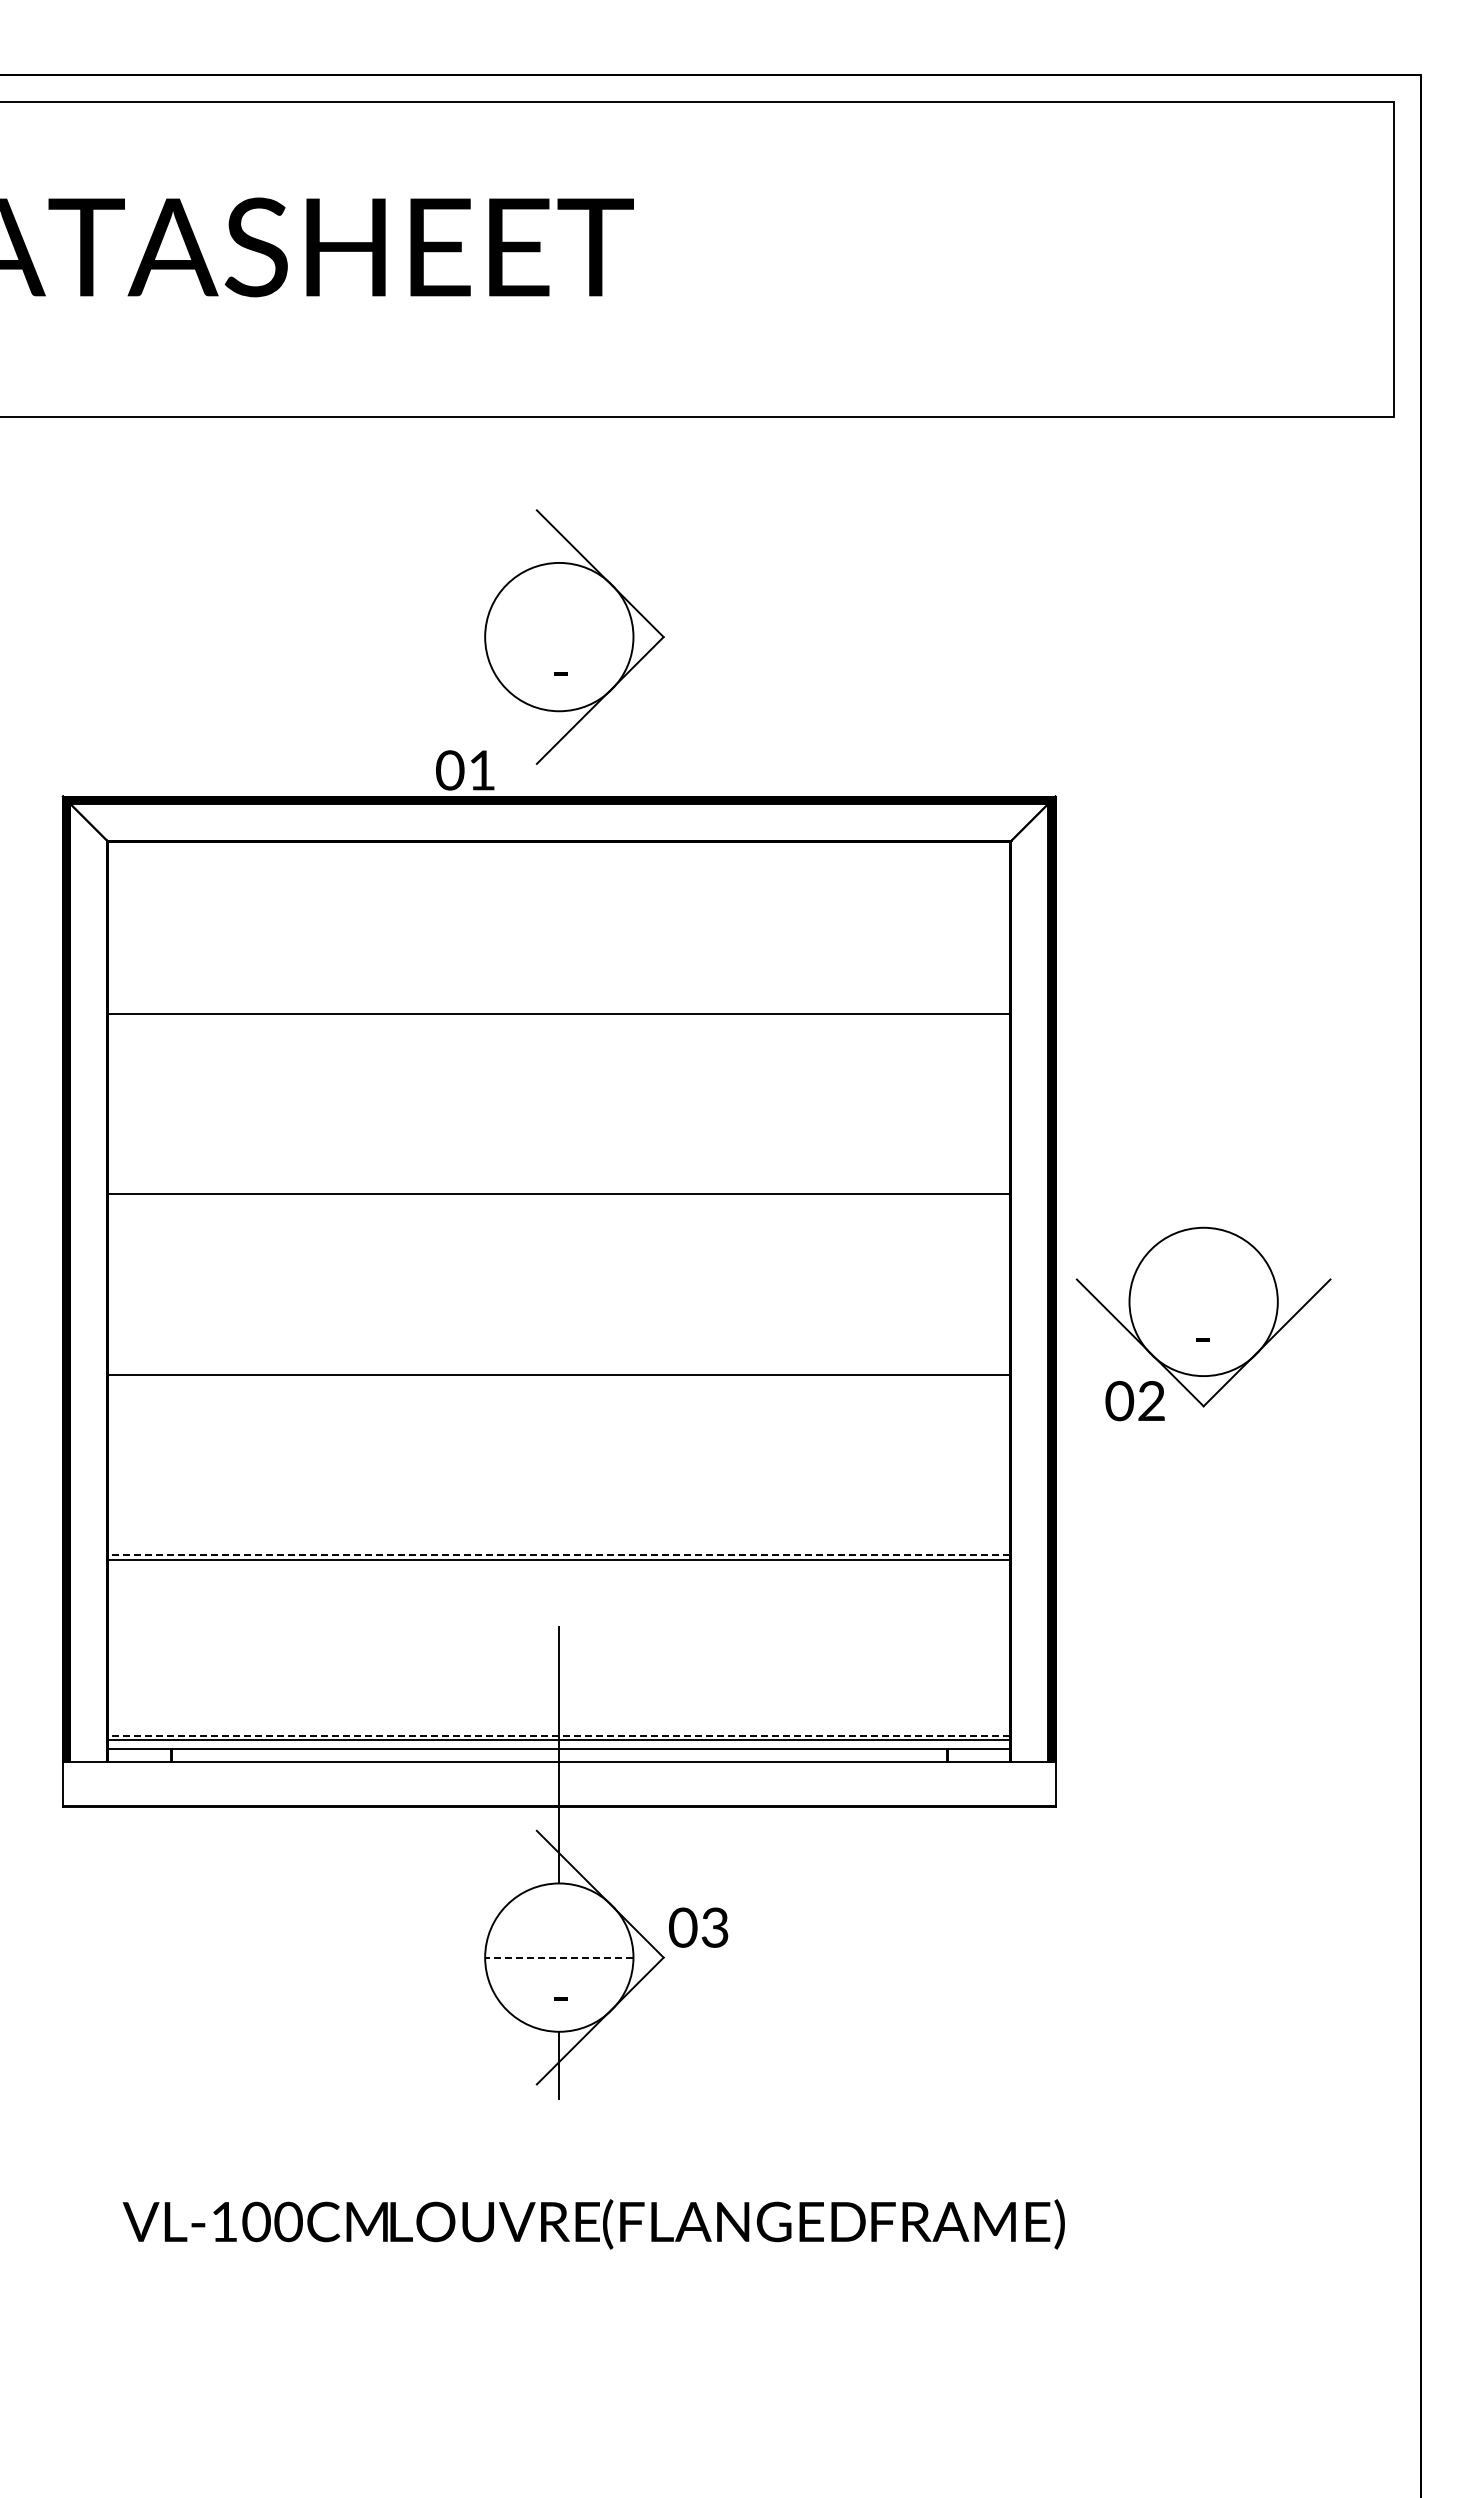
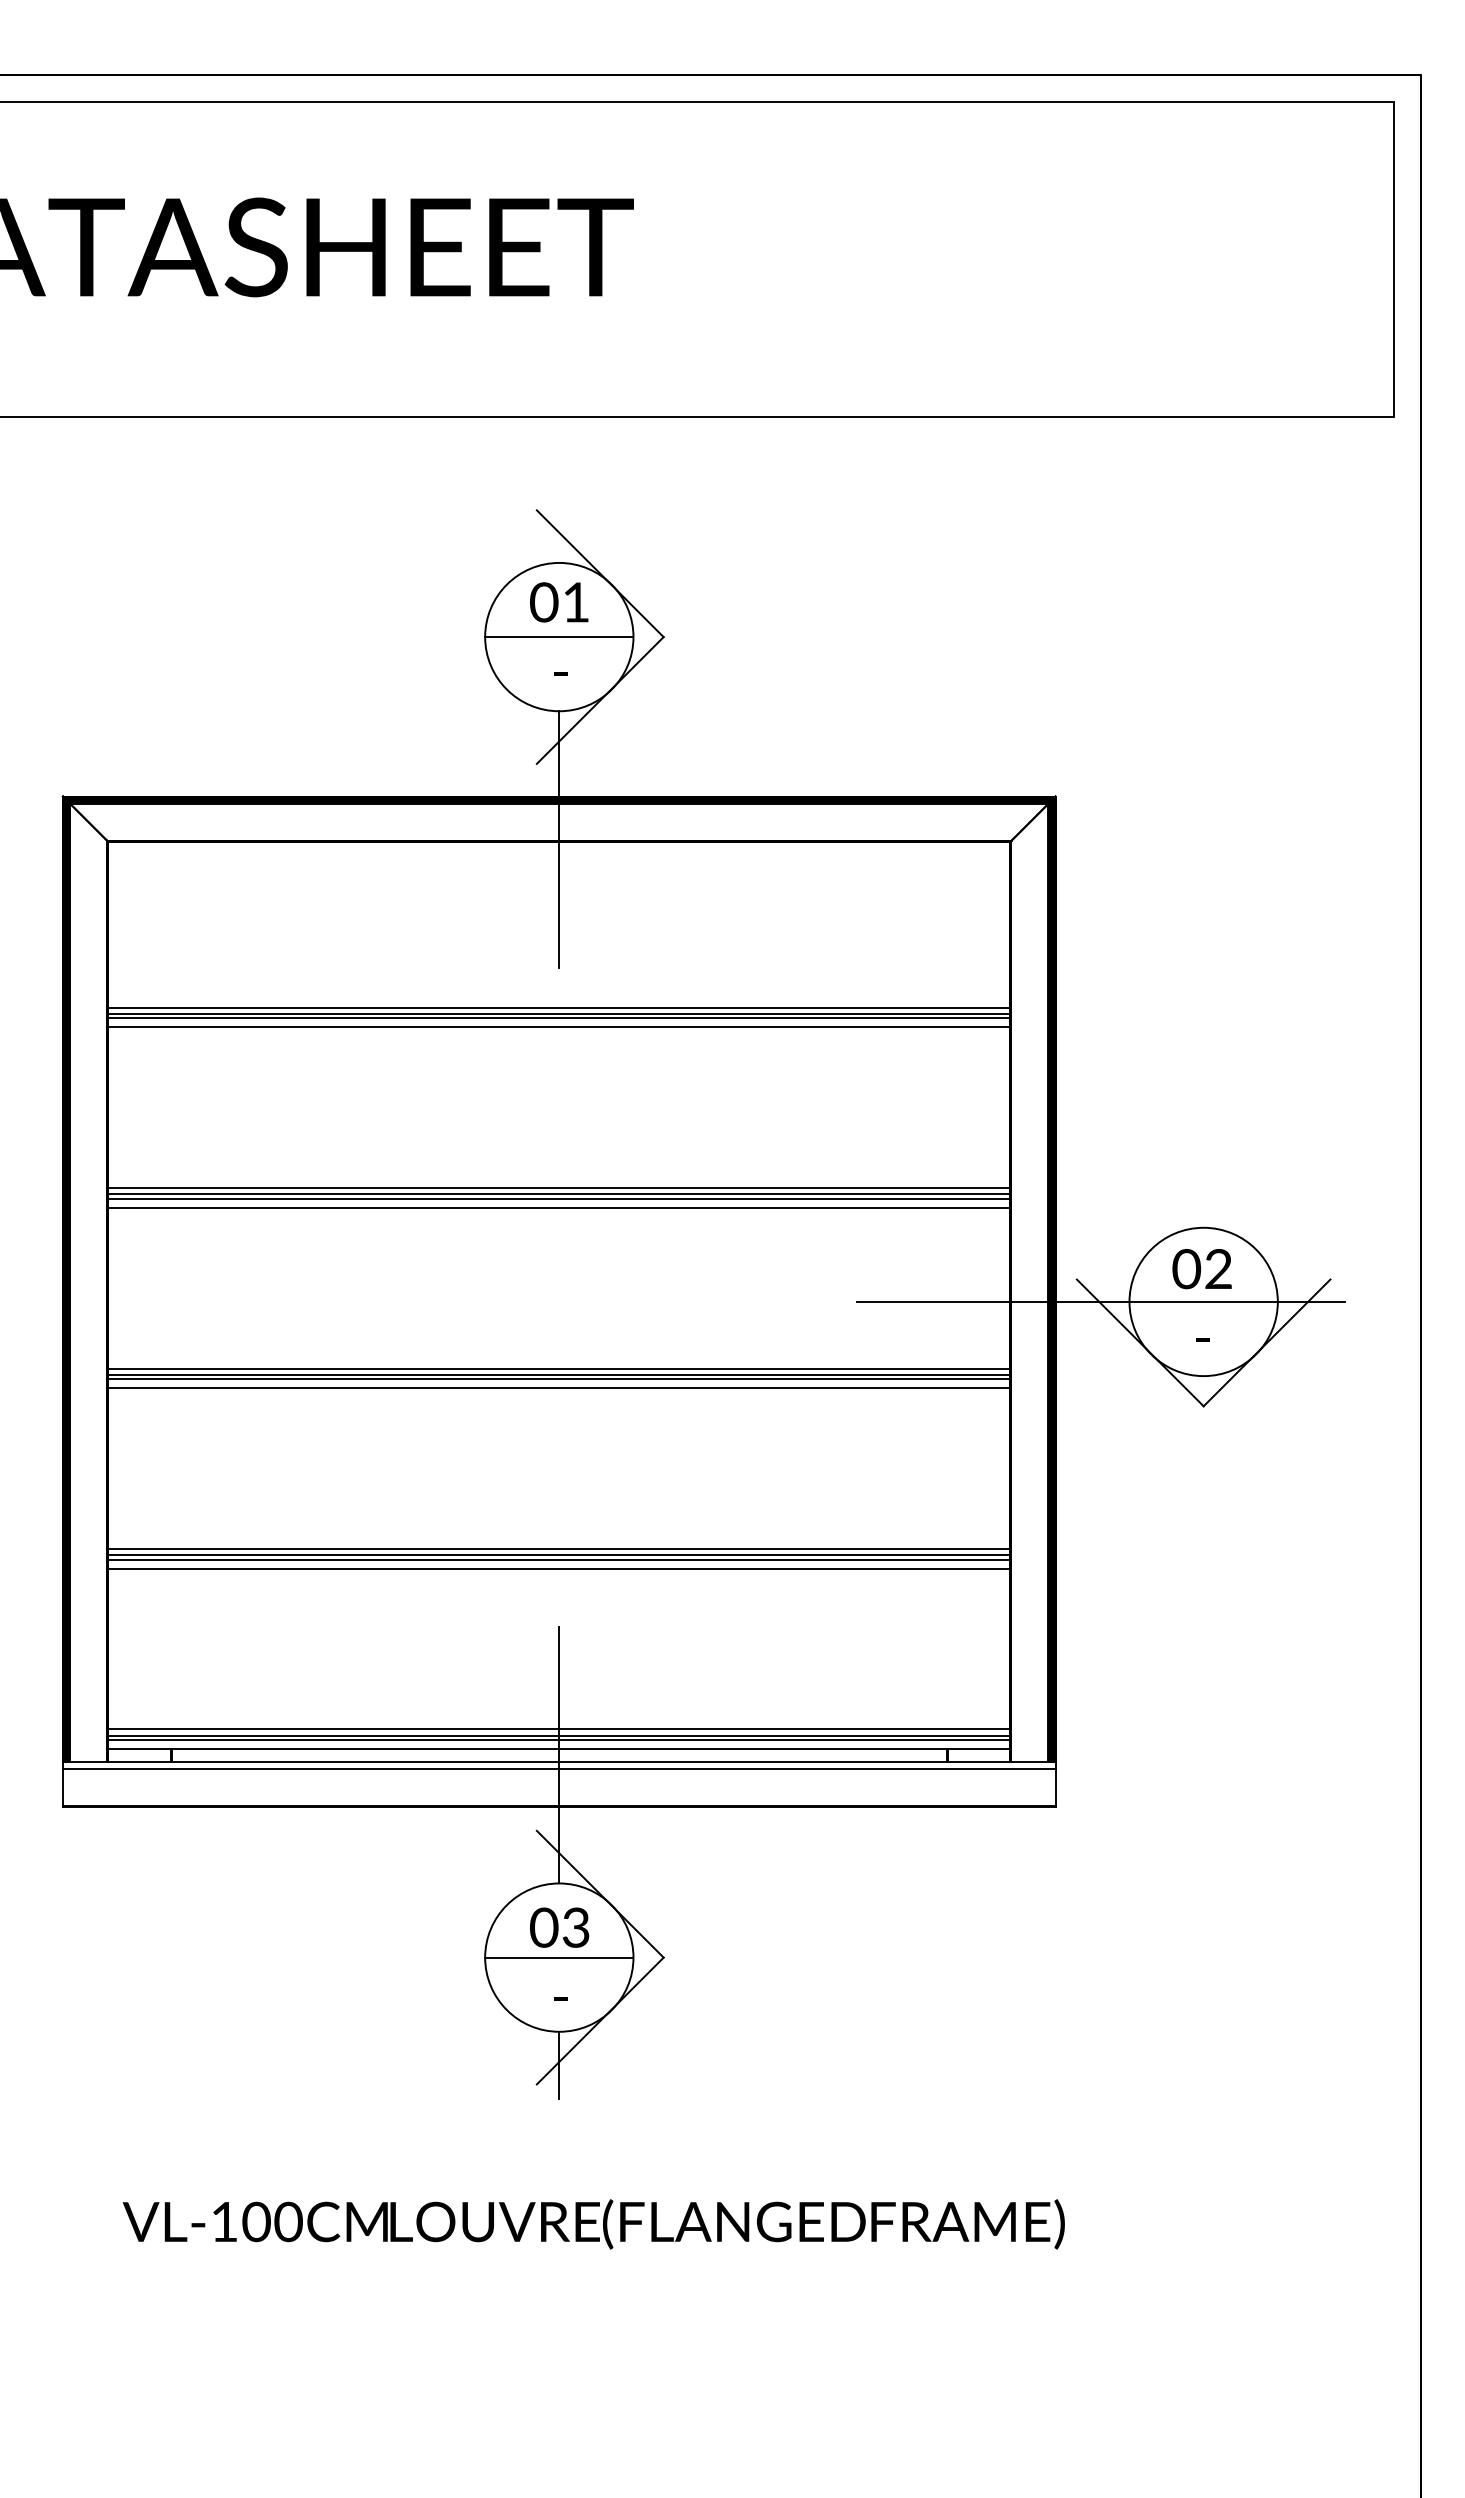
line at (559, 637): none -> present
text at (465, 770) position: (465, 770) -> (559, 602)
line at (559, 839): none -> present
line at (559, 1007): none -> present
line at (559, 1018): none -> present
line at (559, 1027): none -> present
line at (559, 1188): none -> present
line at (559, 1198): none -> present
line at (559, 1207): none -> present
line at (1101, 1301): none -> present
line at (559, 1368): none -> present
line at (559, 1379): none -> present
line at (559, 1388): none -> present
text at (1134, 1401) position: (1134, 1401) -> (1201, 1269)
line at (559, 1548): none -> present
line at (558, 1555): dashed -> solid
line at (559, 1568): none -> present
line at (559, 1729): none -> present
line at (558, 1735): dashed -> solid
line at (559, 1769): none -> present
text at (698, 1927) position: (698, 1927) -> (559, 1927)
line at (558, 1957): dashed -> solid
